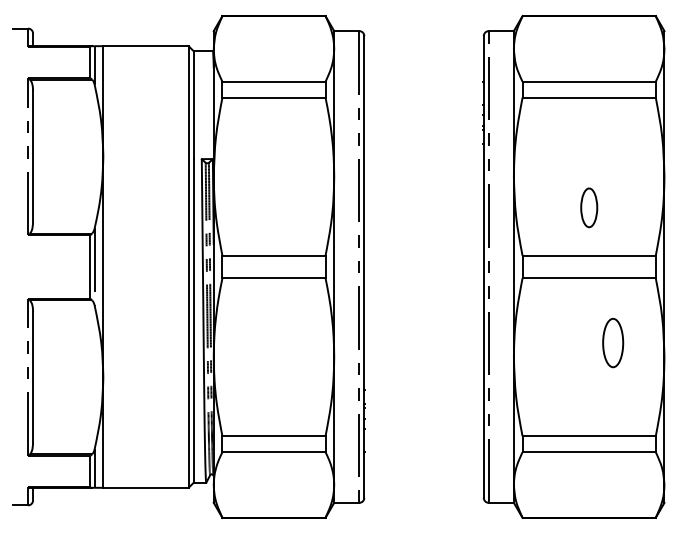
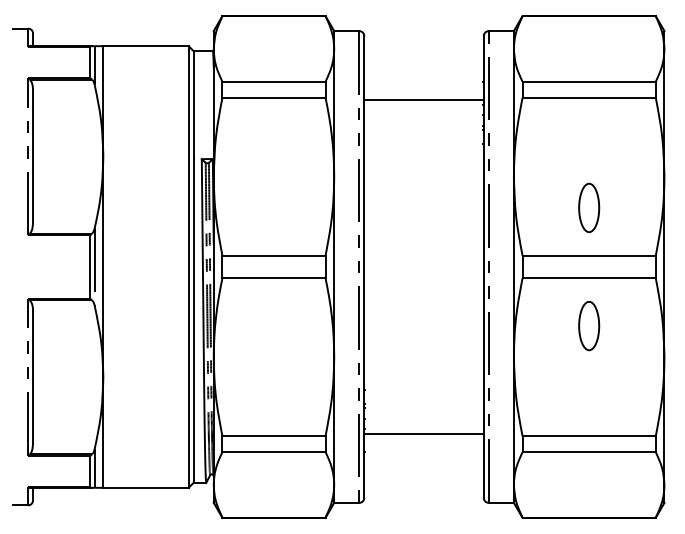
line at (423, 100): none -> present
part at (589, 207) size: 19x42 px -> 23x51 px
part at (613, 343) position: (613, 343) -> (589, 326)
line at (423, 433): none -> present
